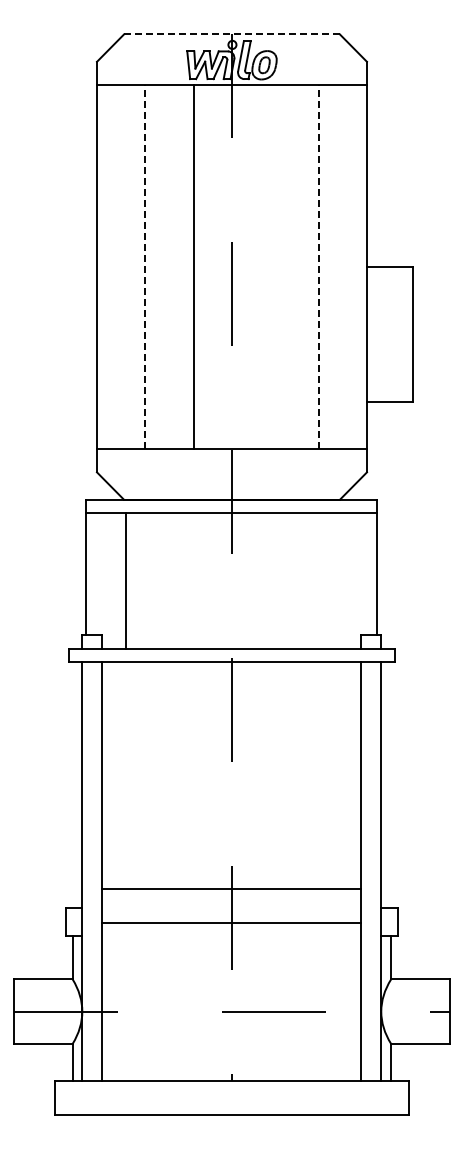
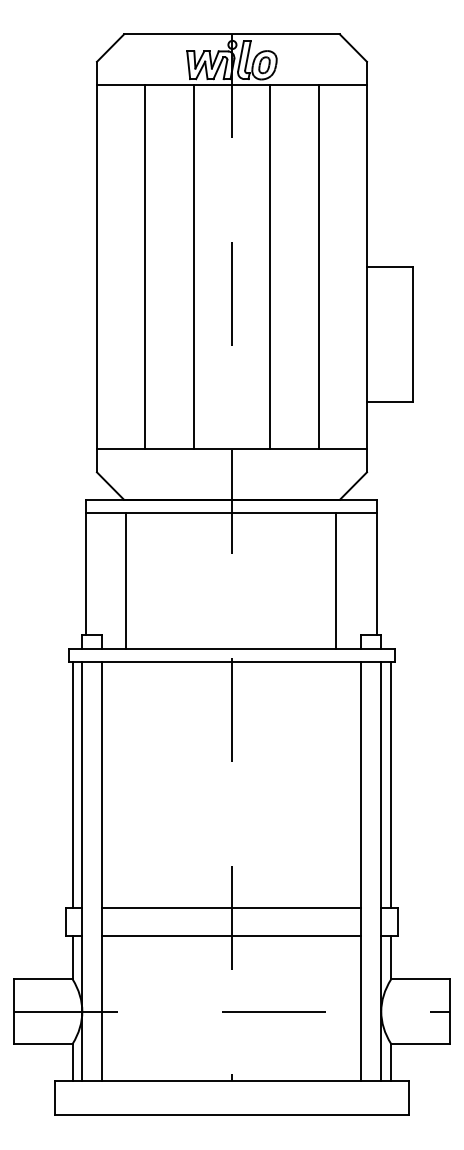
line at (232, 34): dashed -> solid
line at (270, 266): none -> present
line at (144, 267): dashed -> solid
line at (319, 267): dashed -> solid
line at (336, 580): none -> present
line at (72, 784): none -> present
line at (391, 784): none -> present
line at (231, 888) position: (231, 888) -> (231, 907)
line at (231, 922) position: (231, 922) -> (231, 935)
